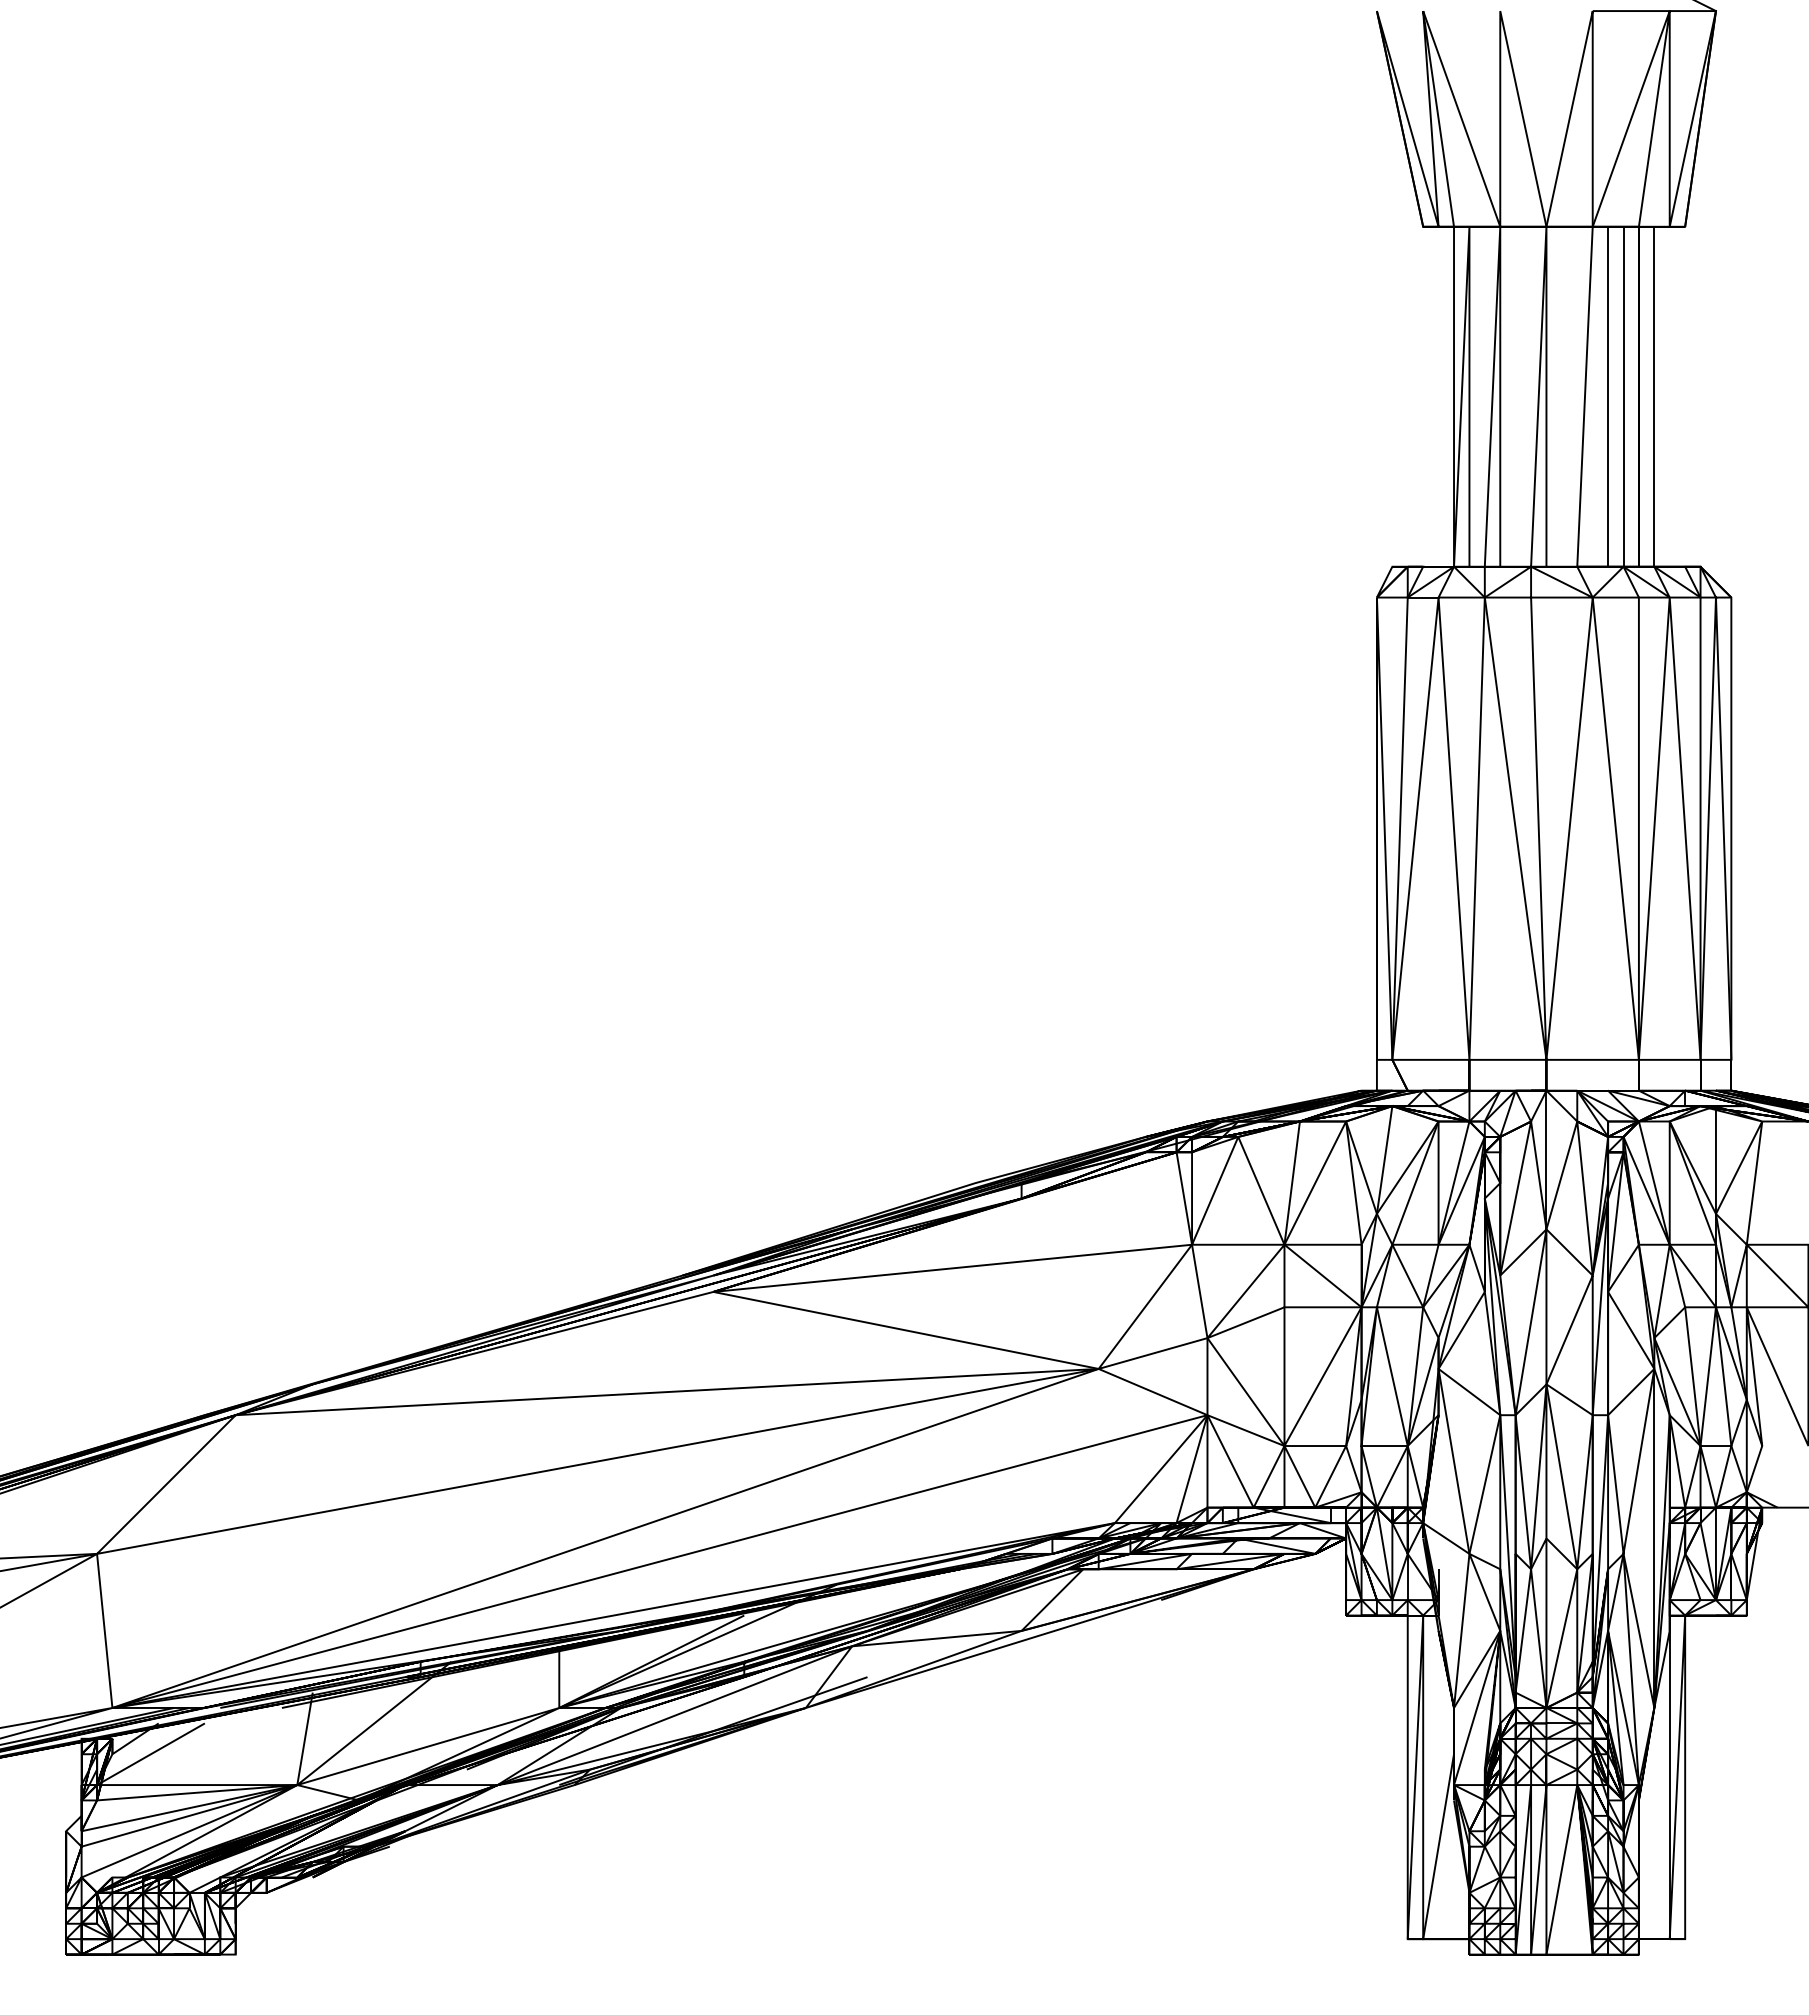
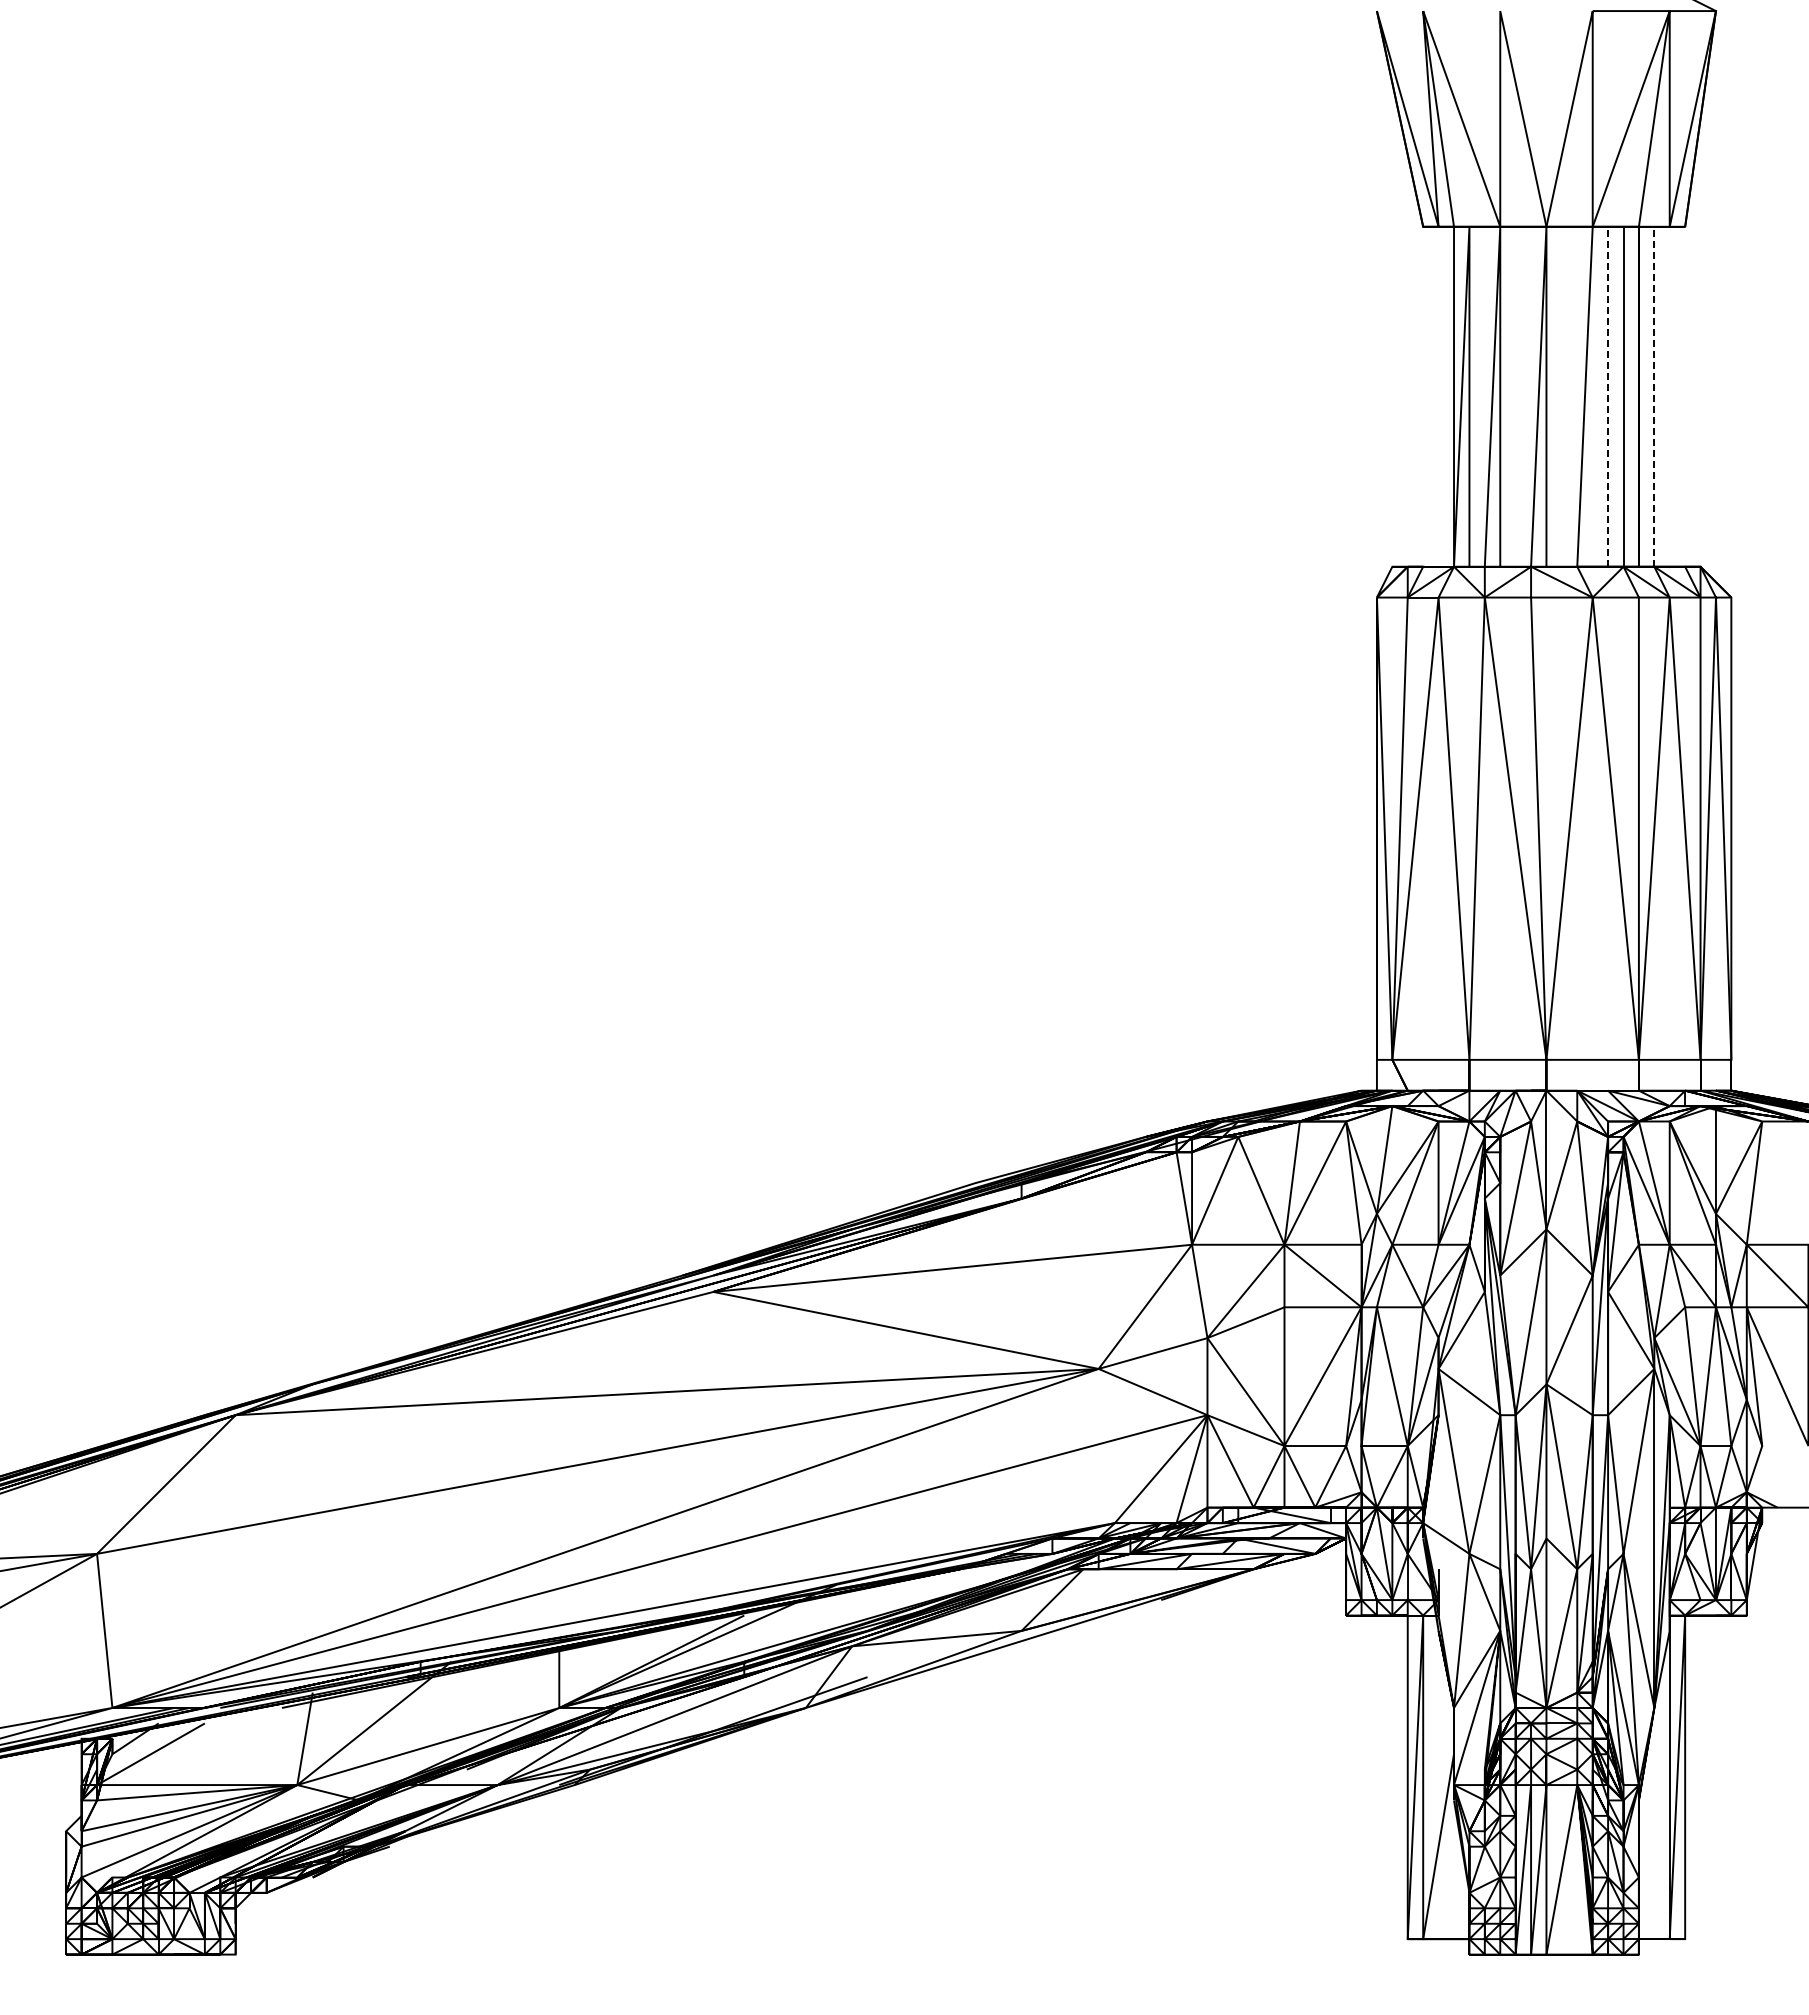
line at (1608, 396): solid -> dashed
line at (1654, 396): solid -> dashed
